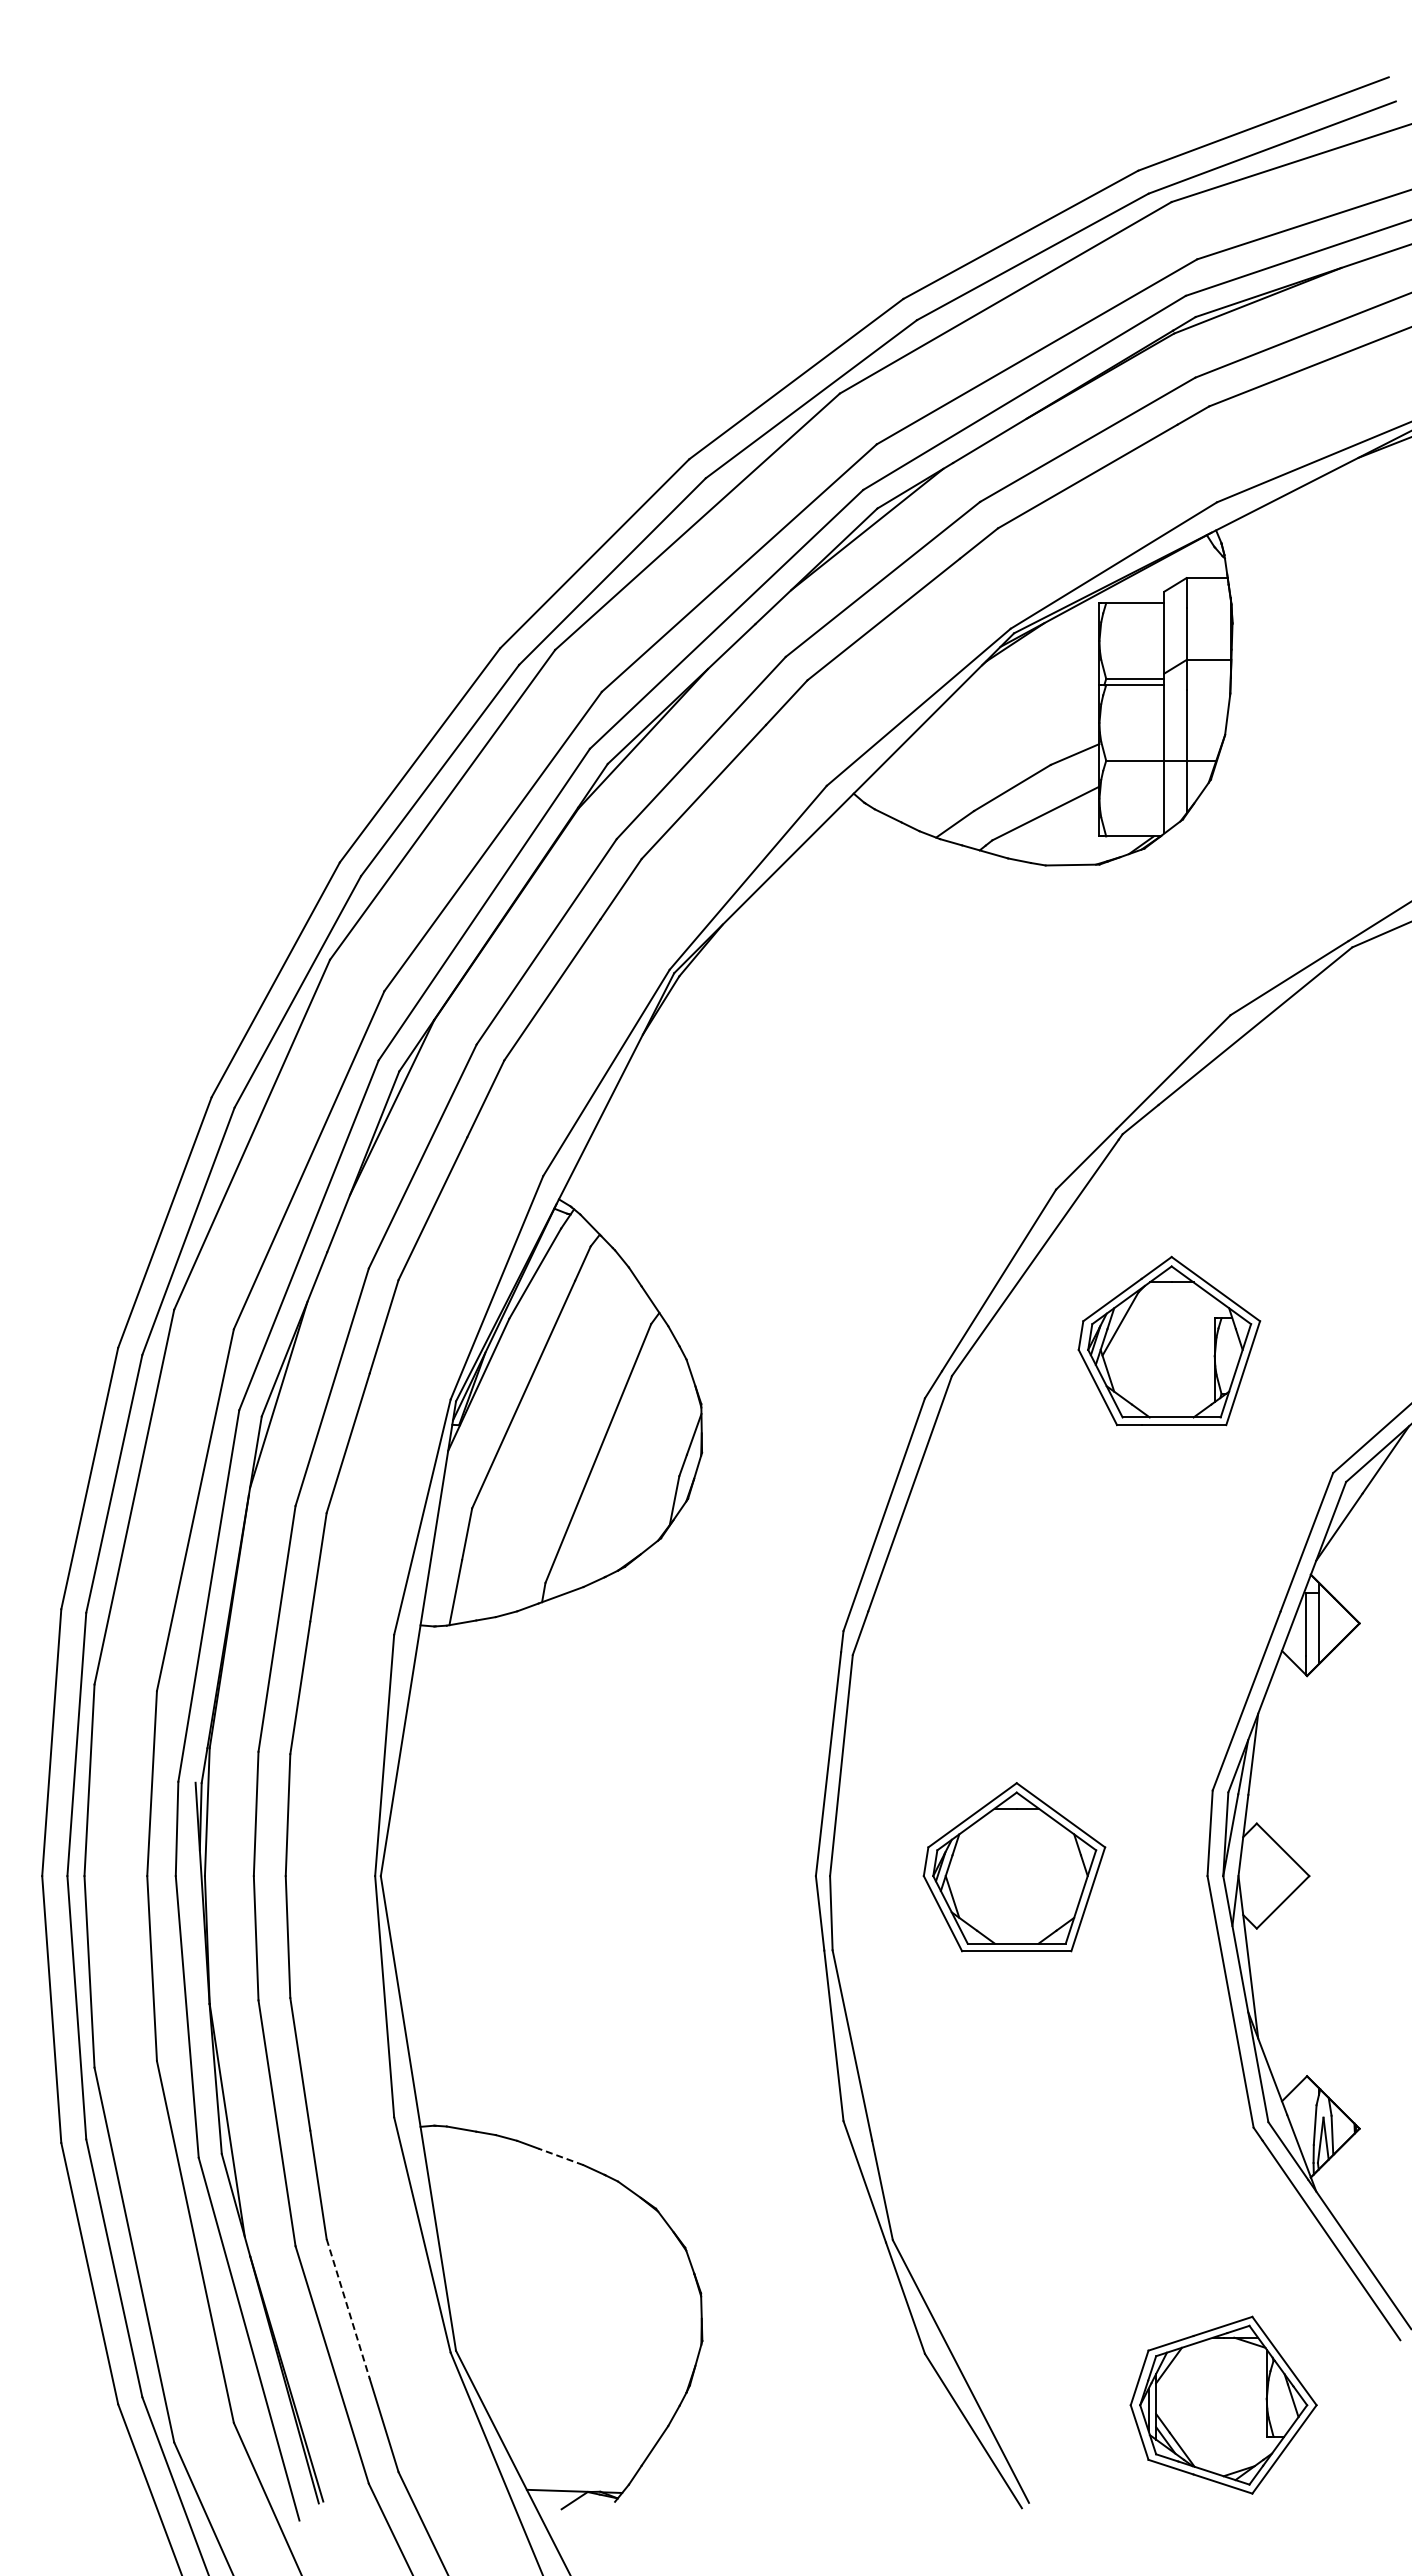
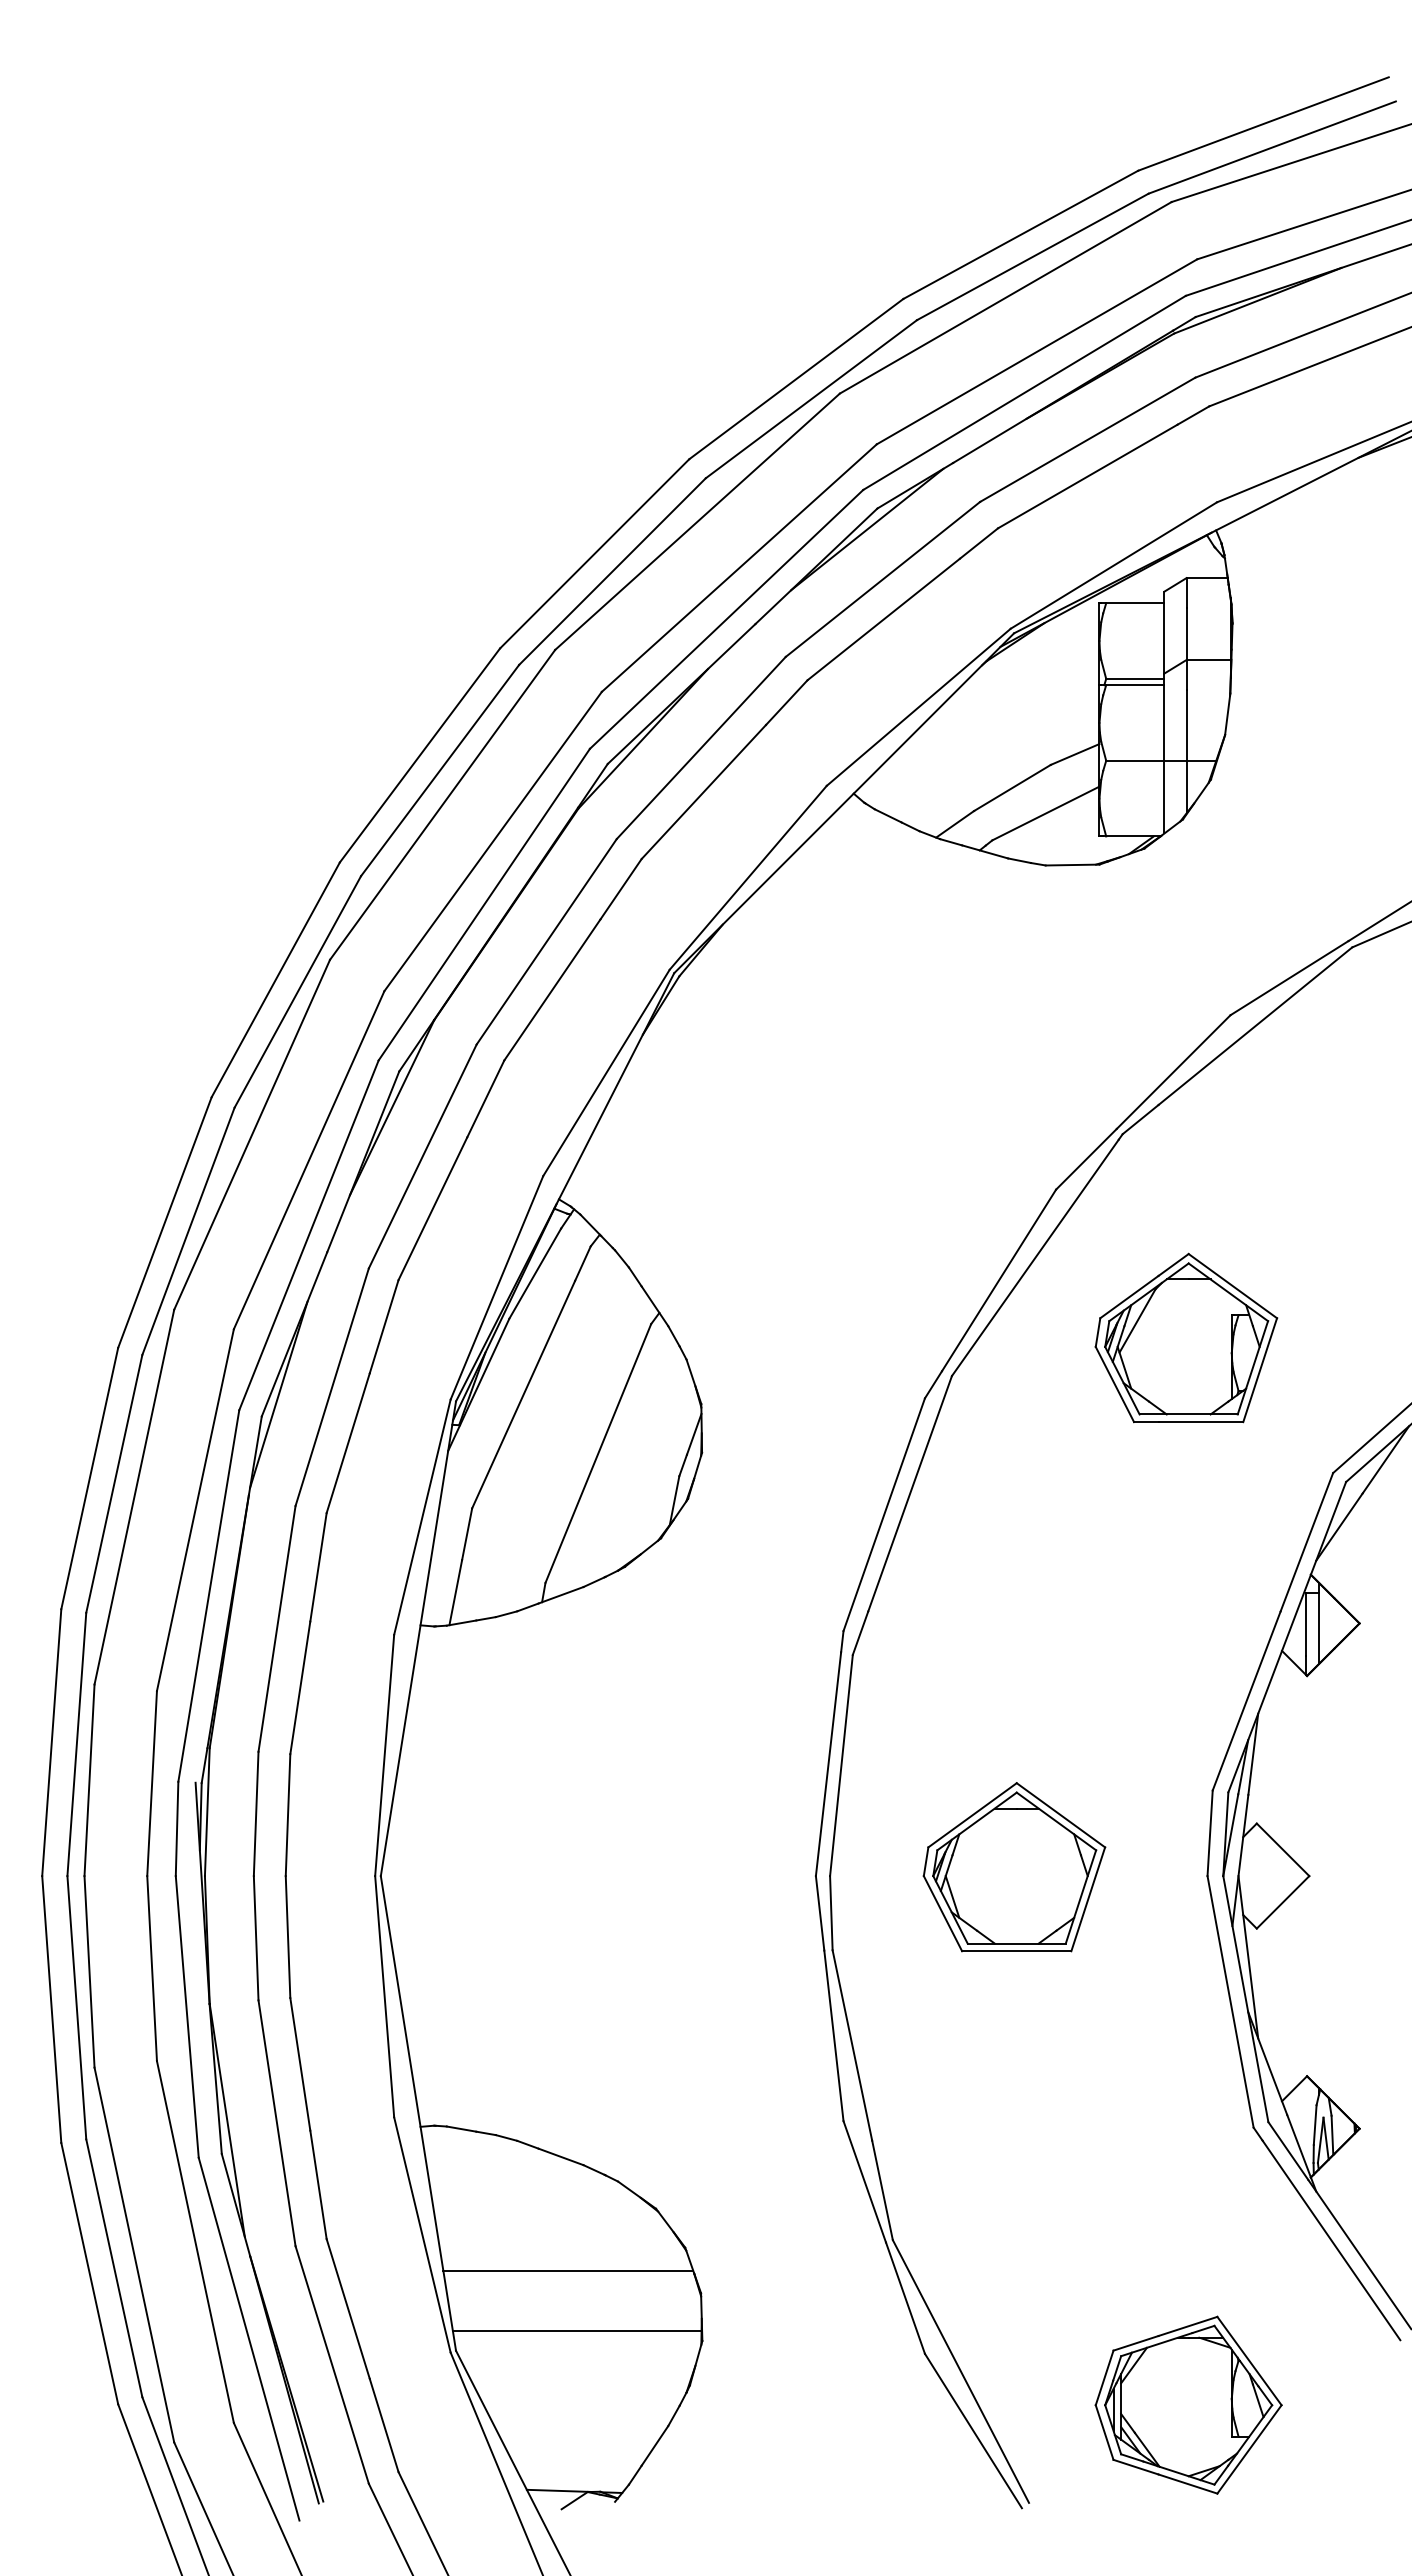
part at (1169, 1340) position: (1169, 1340) -> (1186, 1337)
line at (561, 2156): dashed -> solid
line at (568, 2270): none -> present
line at (348, 2309): dashed -> solid
line at (576, 2330): none -> present
part at (1223, 2404) position: (1223, 2404) -> (1188, 2404)
